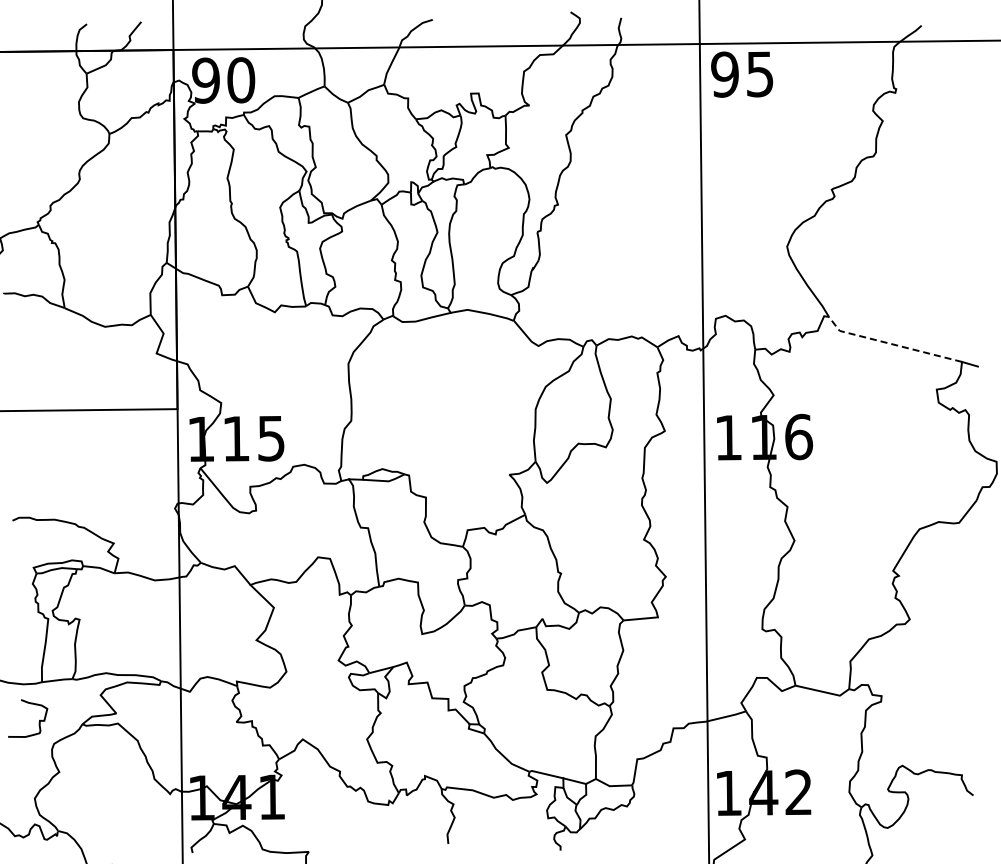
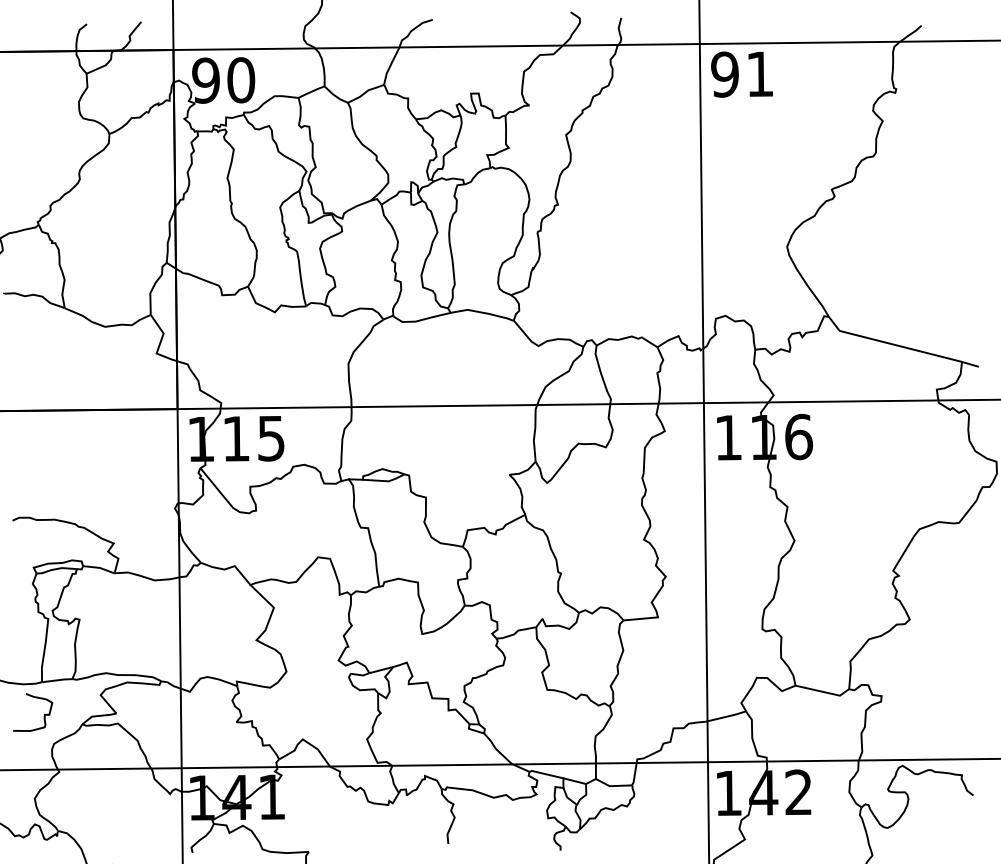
text at (760, 74): 95 -> 91
line at (891, 344): dashed -> solid
line at (499, 405): none -> present
curve at (38, 722) position: (38, 722) -> (43, 716)
line at (499, 764): none -> present
